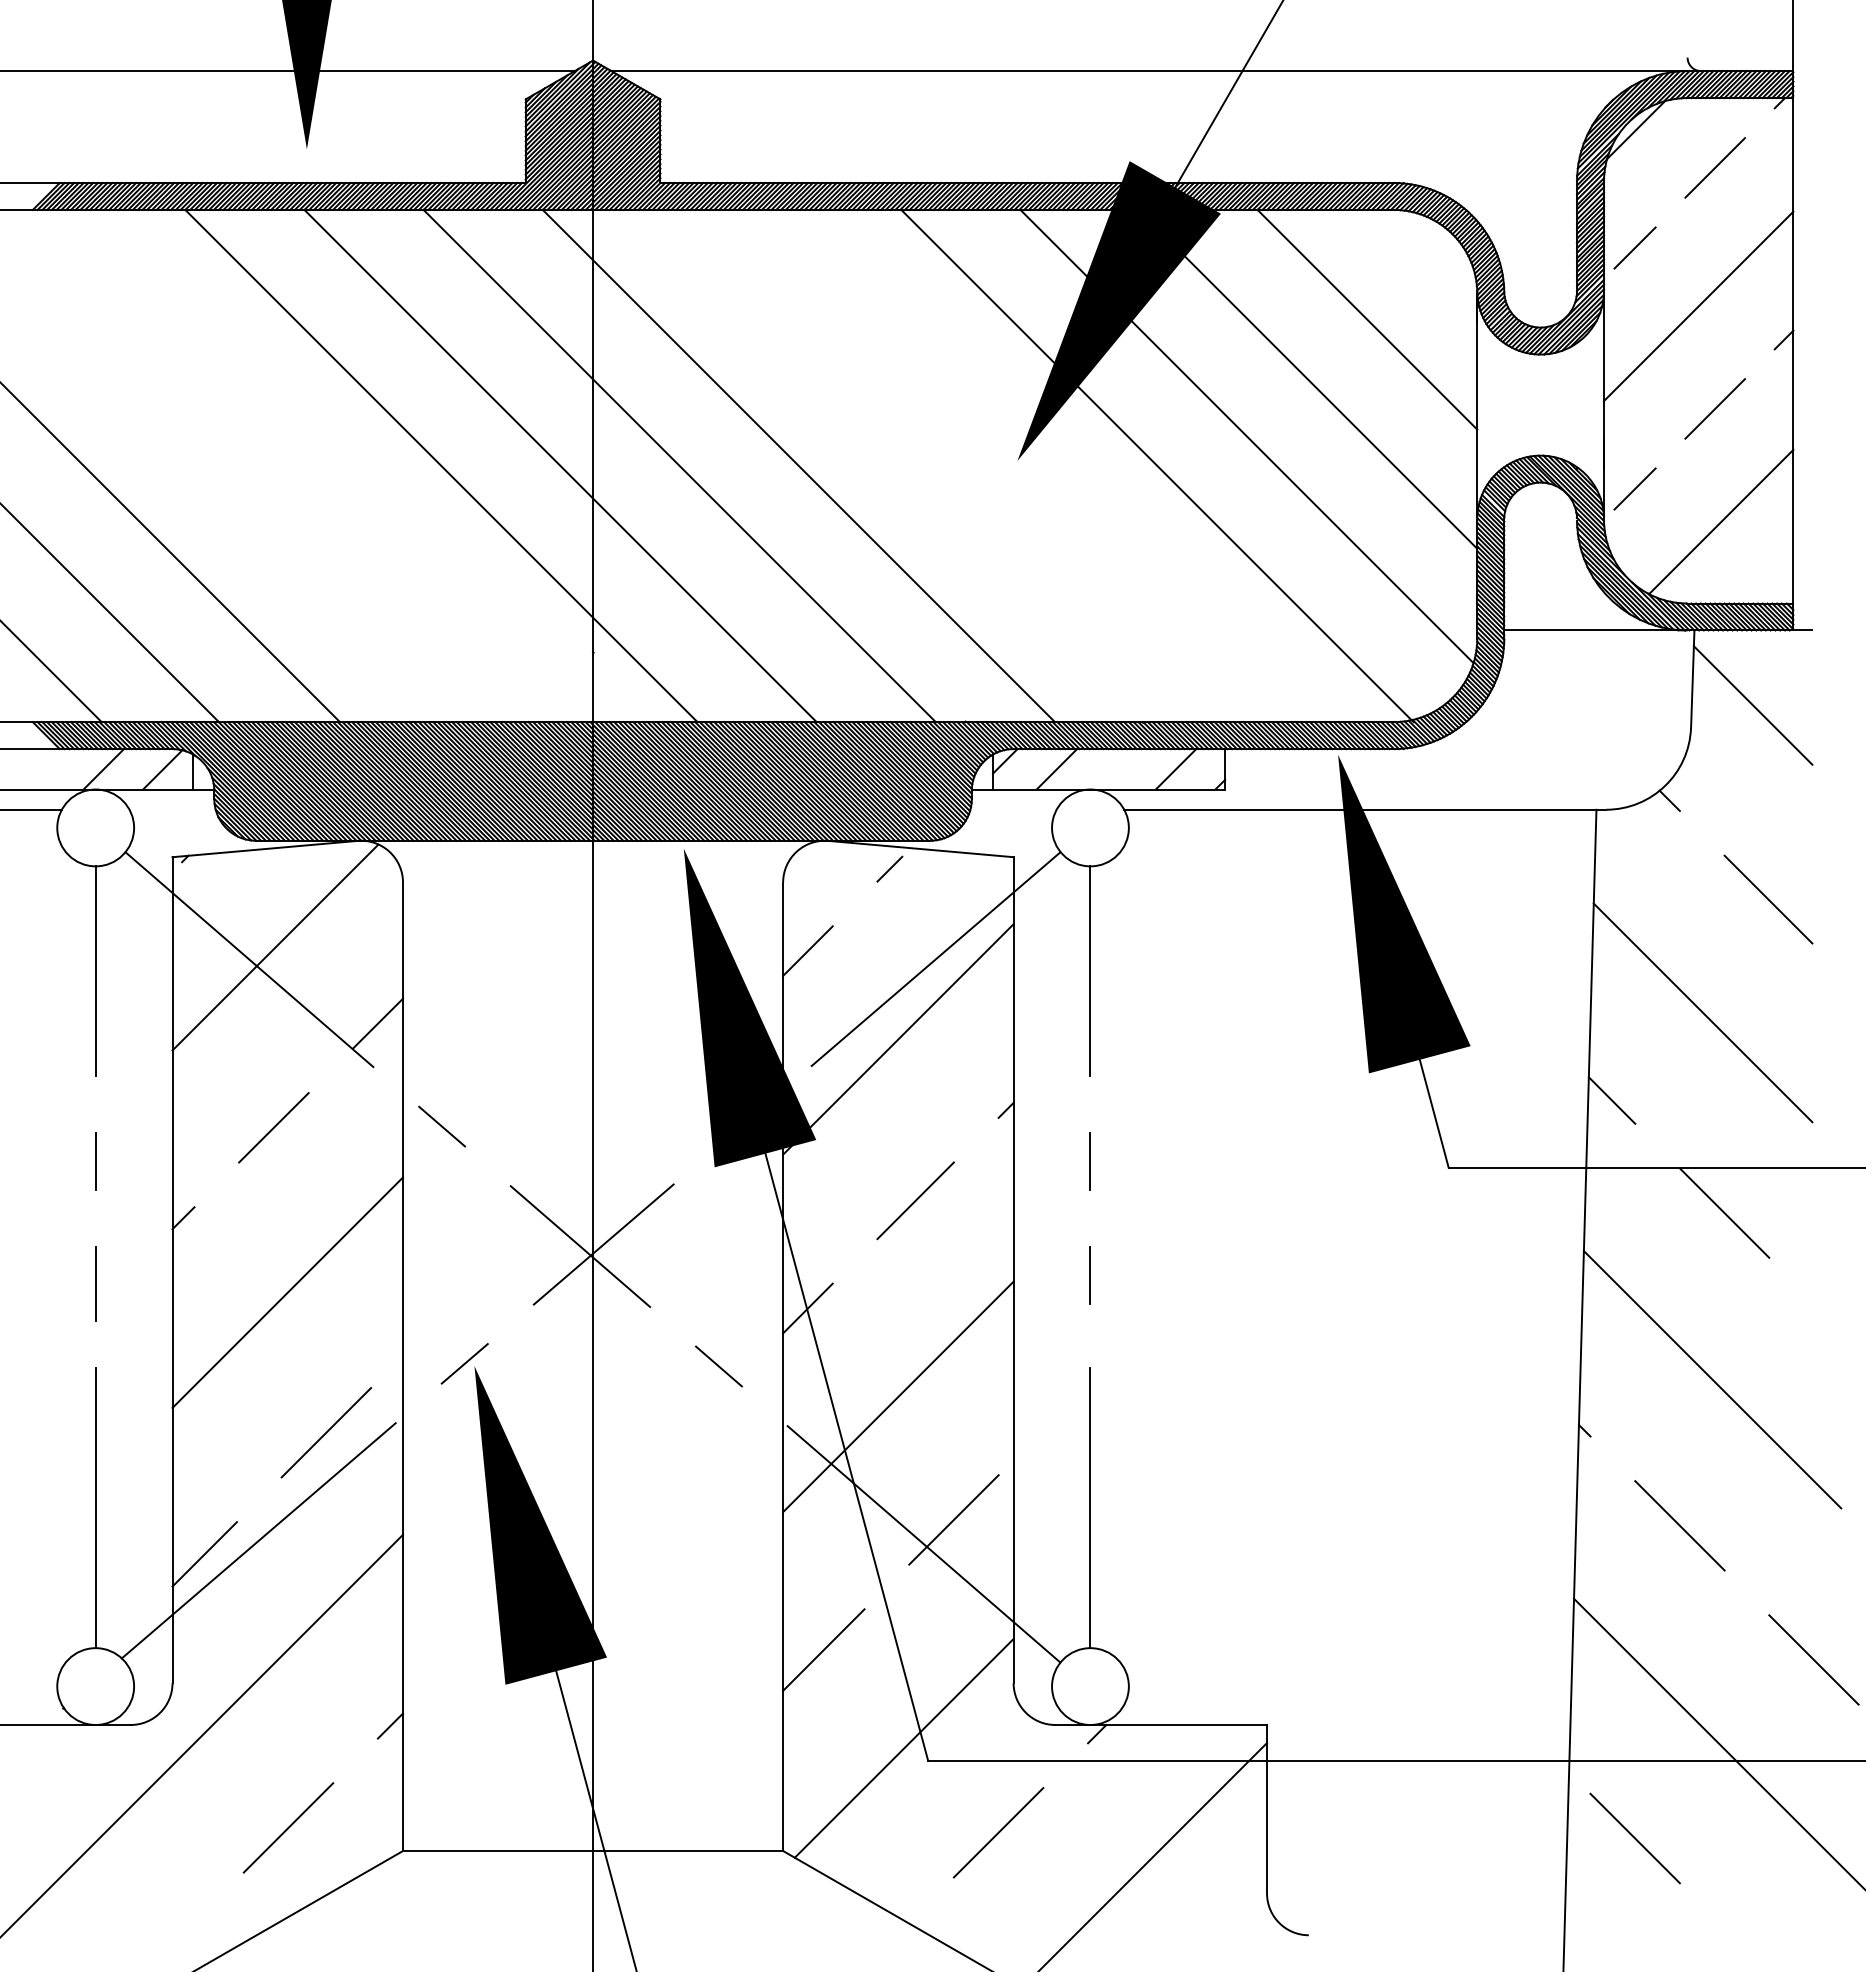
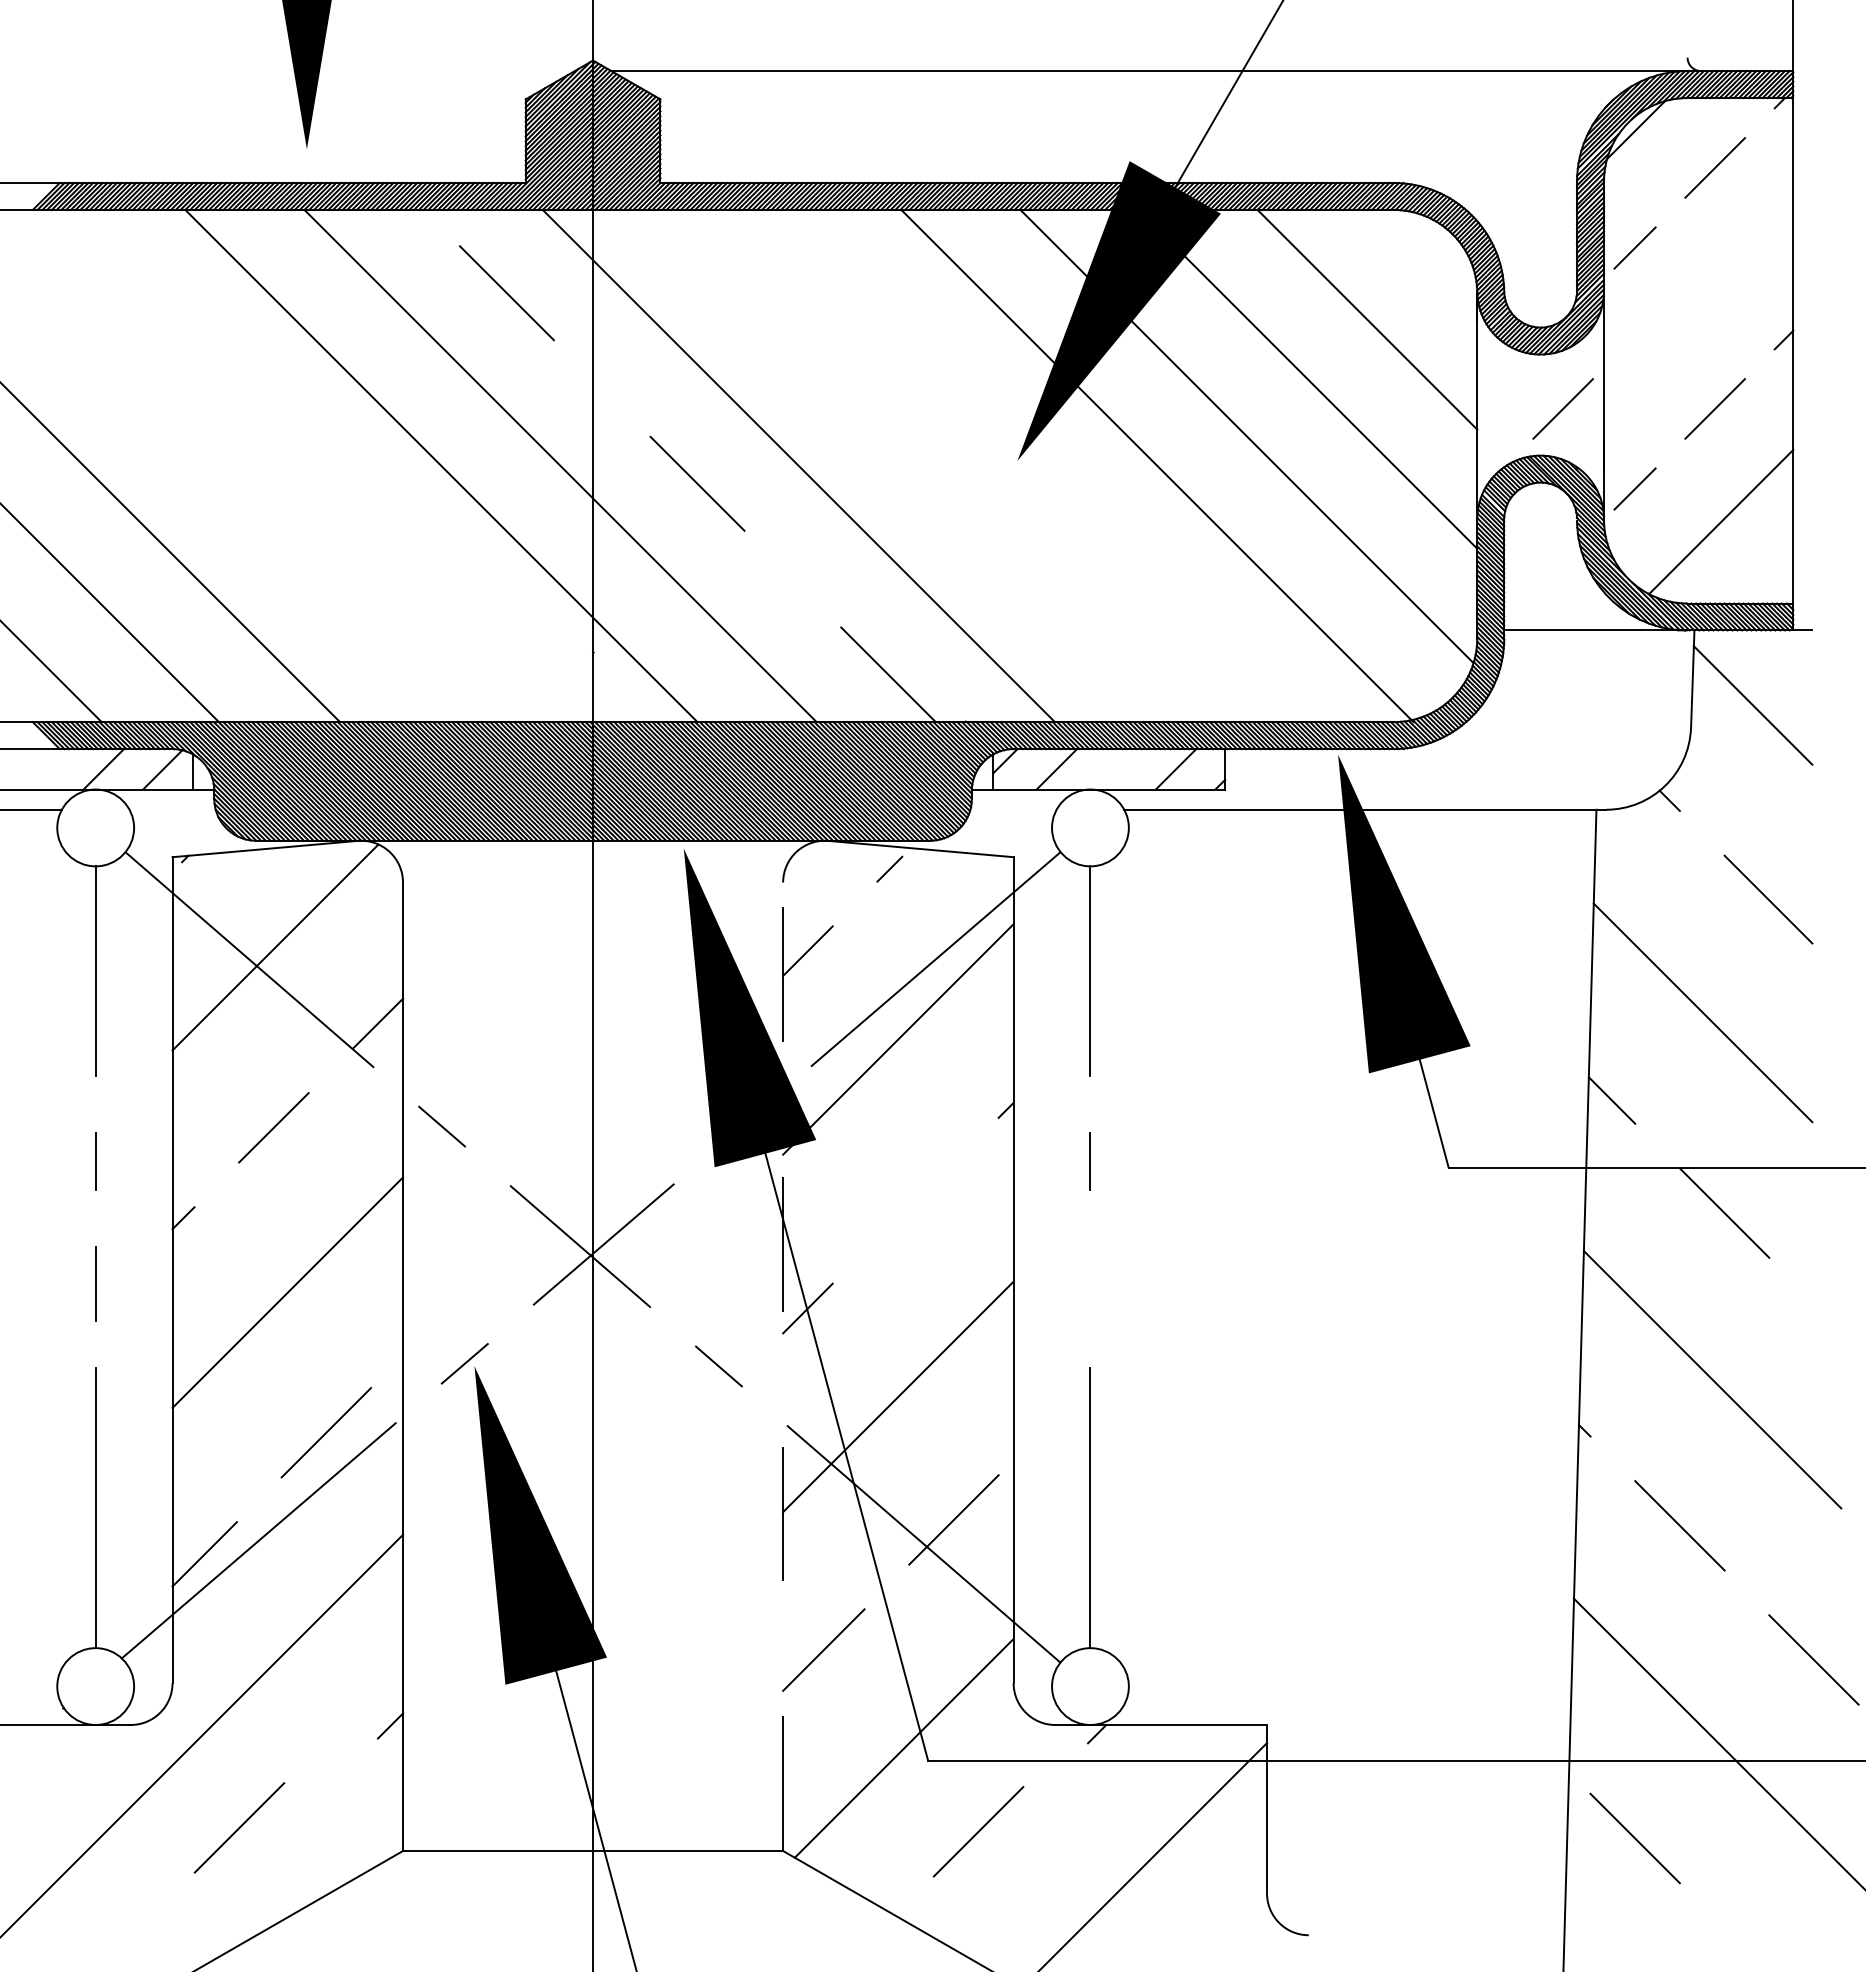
line at (288, 71): present -> none
line at (1698, 306): present -> none
line at (1562, 408): none -> present
line at (679, 465): solid -> dashed
line at (915, 1200): present -> none
line at (1090, 1275): present -> none
line at (783, 1366): solid -> dashed
line at (288, 1827) position: (288, 1827) -> (239, 1827)
line at (998, 1832) position: (998, 1832) -> (978, 1831)
